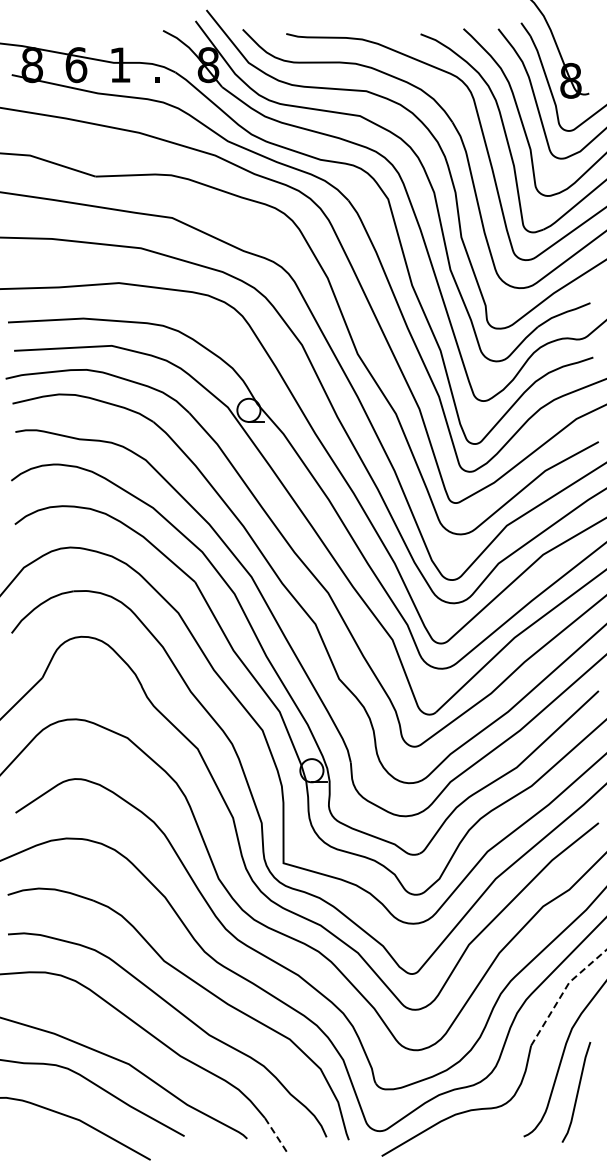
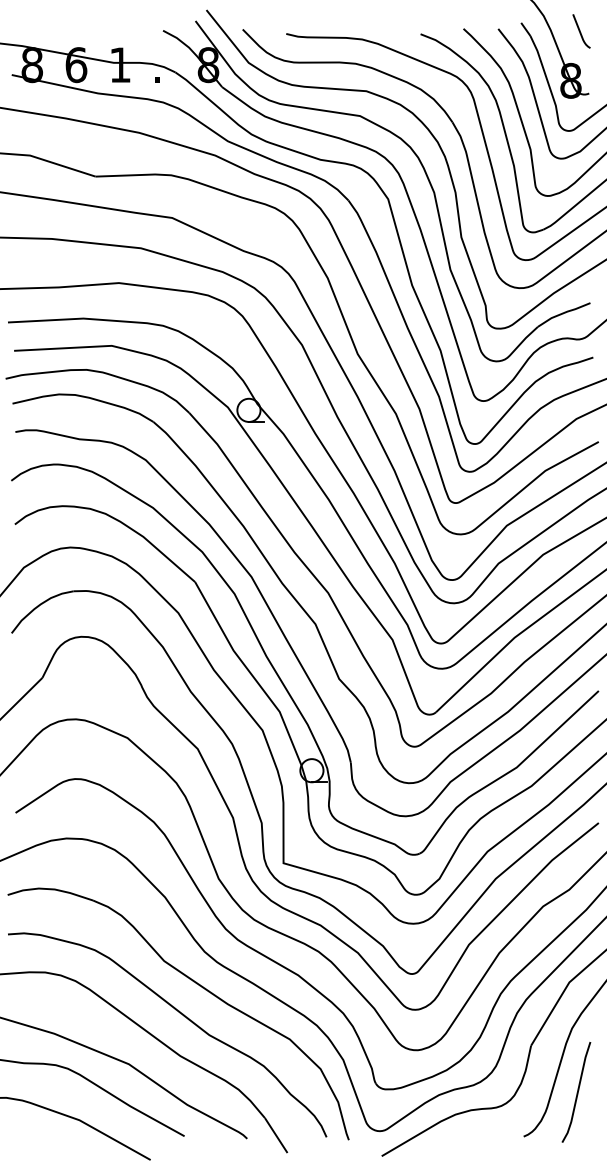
curve at (580, 31): none -> present
line at (563, 992): dashed -> solid
line at (276, 1135): dashed -> solid
